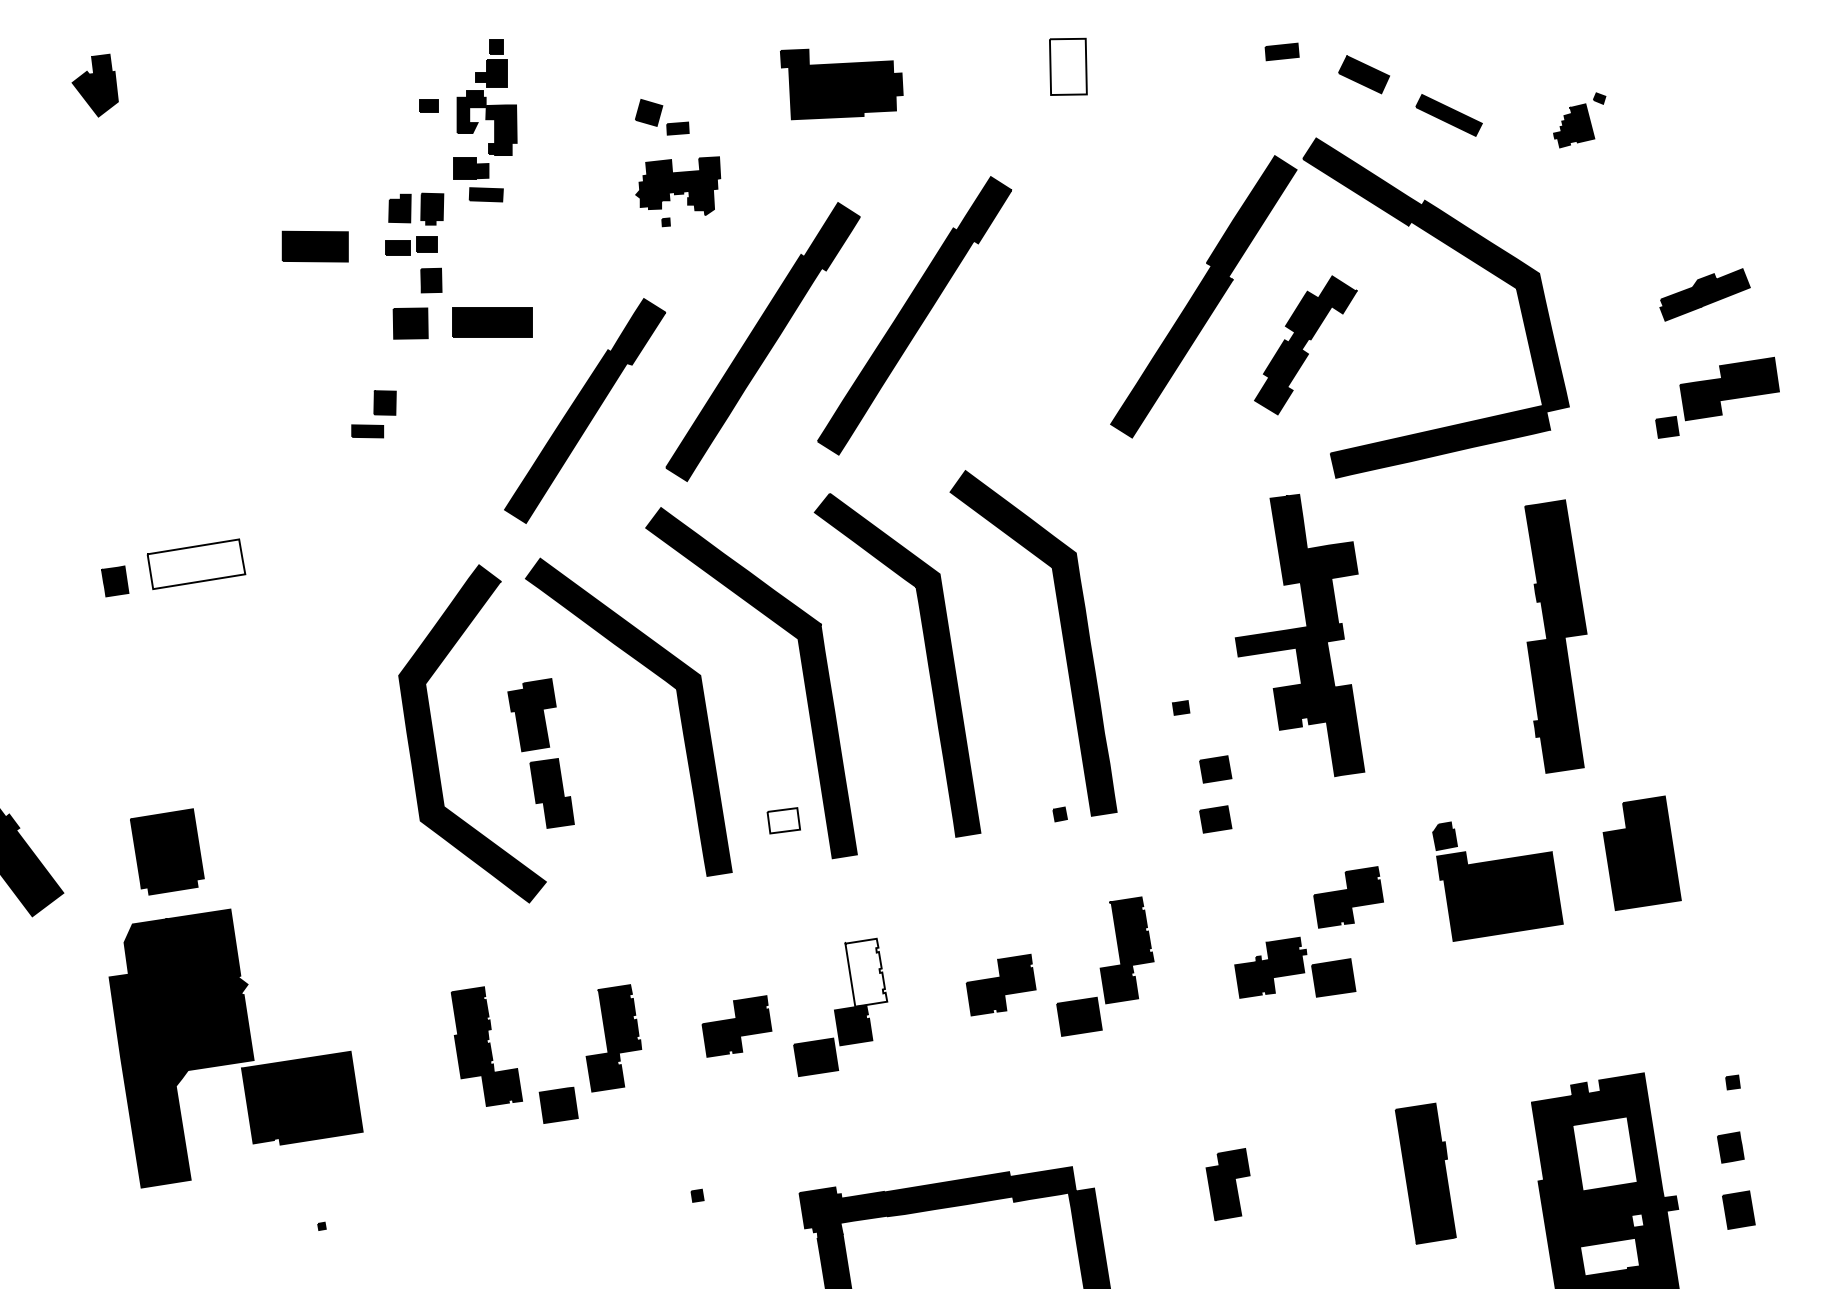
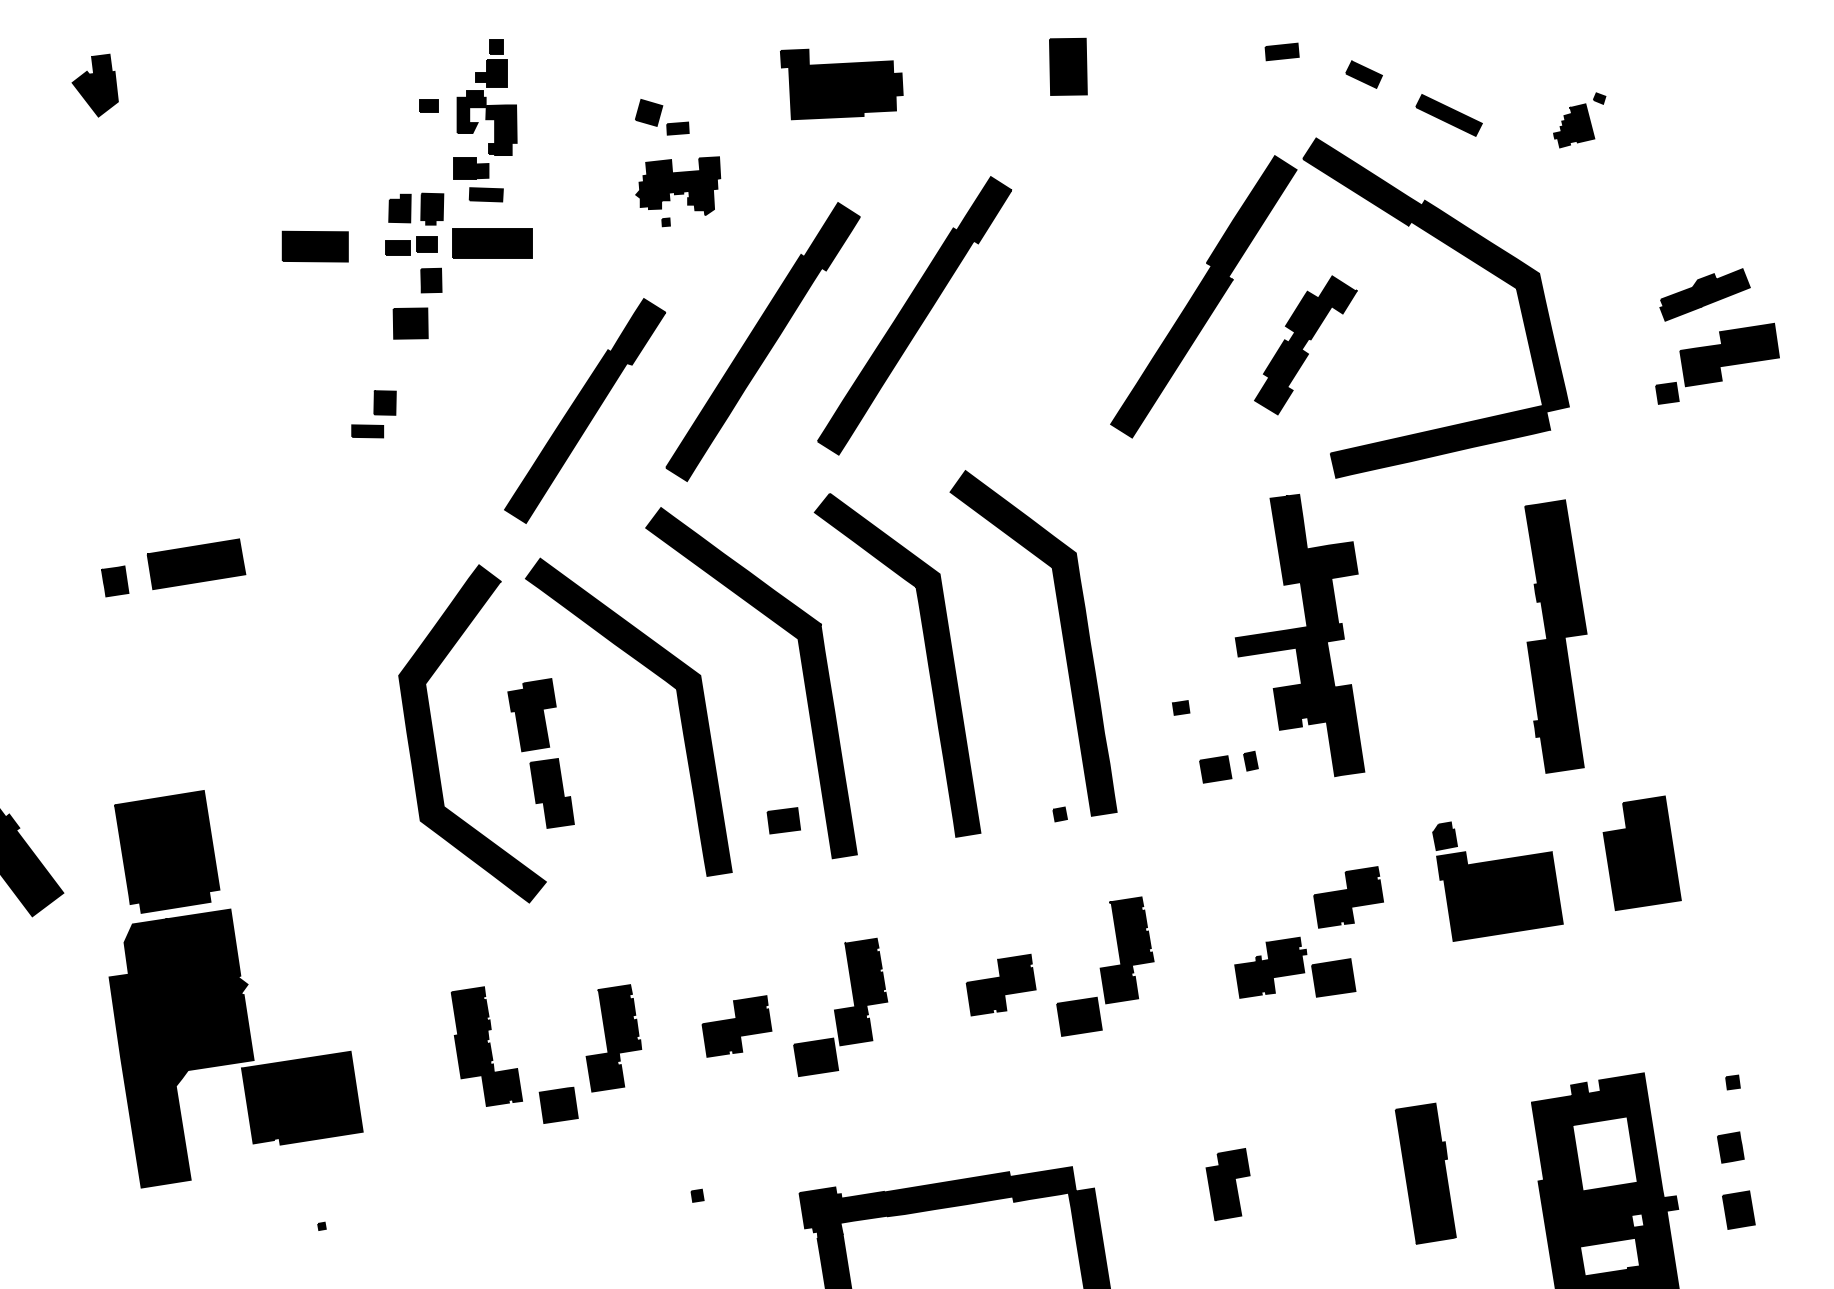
fill at (1067, 66): none -> present
part at (1364, 74) size: 53x40 px -> 38x29 px
part at (492, 322) position: (492, 322) -> (492, 243)
part at (1717, 397) position: (1717, 397) -> (1717, 363)
fill at (196, 564): none -> present
part at (1250, 760): none -> present
part at (1215, 819): present -> none
fill at (783, 820): none -> present
part at (167, 851) size: 75x88 px -> 107x124 px
fill at (866, 972): none -> present
